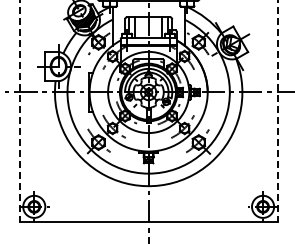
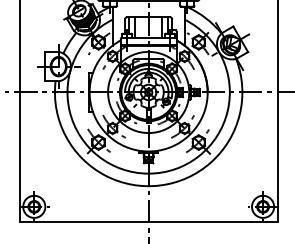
line at (19, 110): dashed -> solid
line at (277, 110): dashed -> solid
